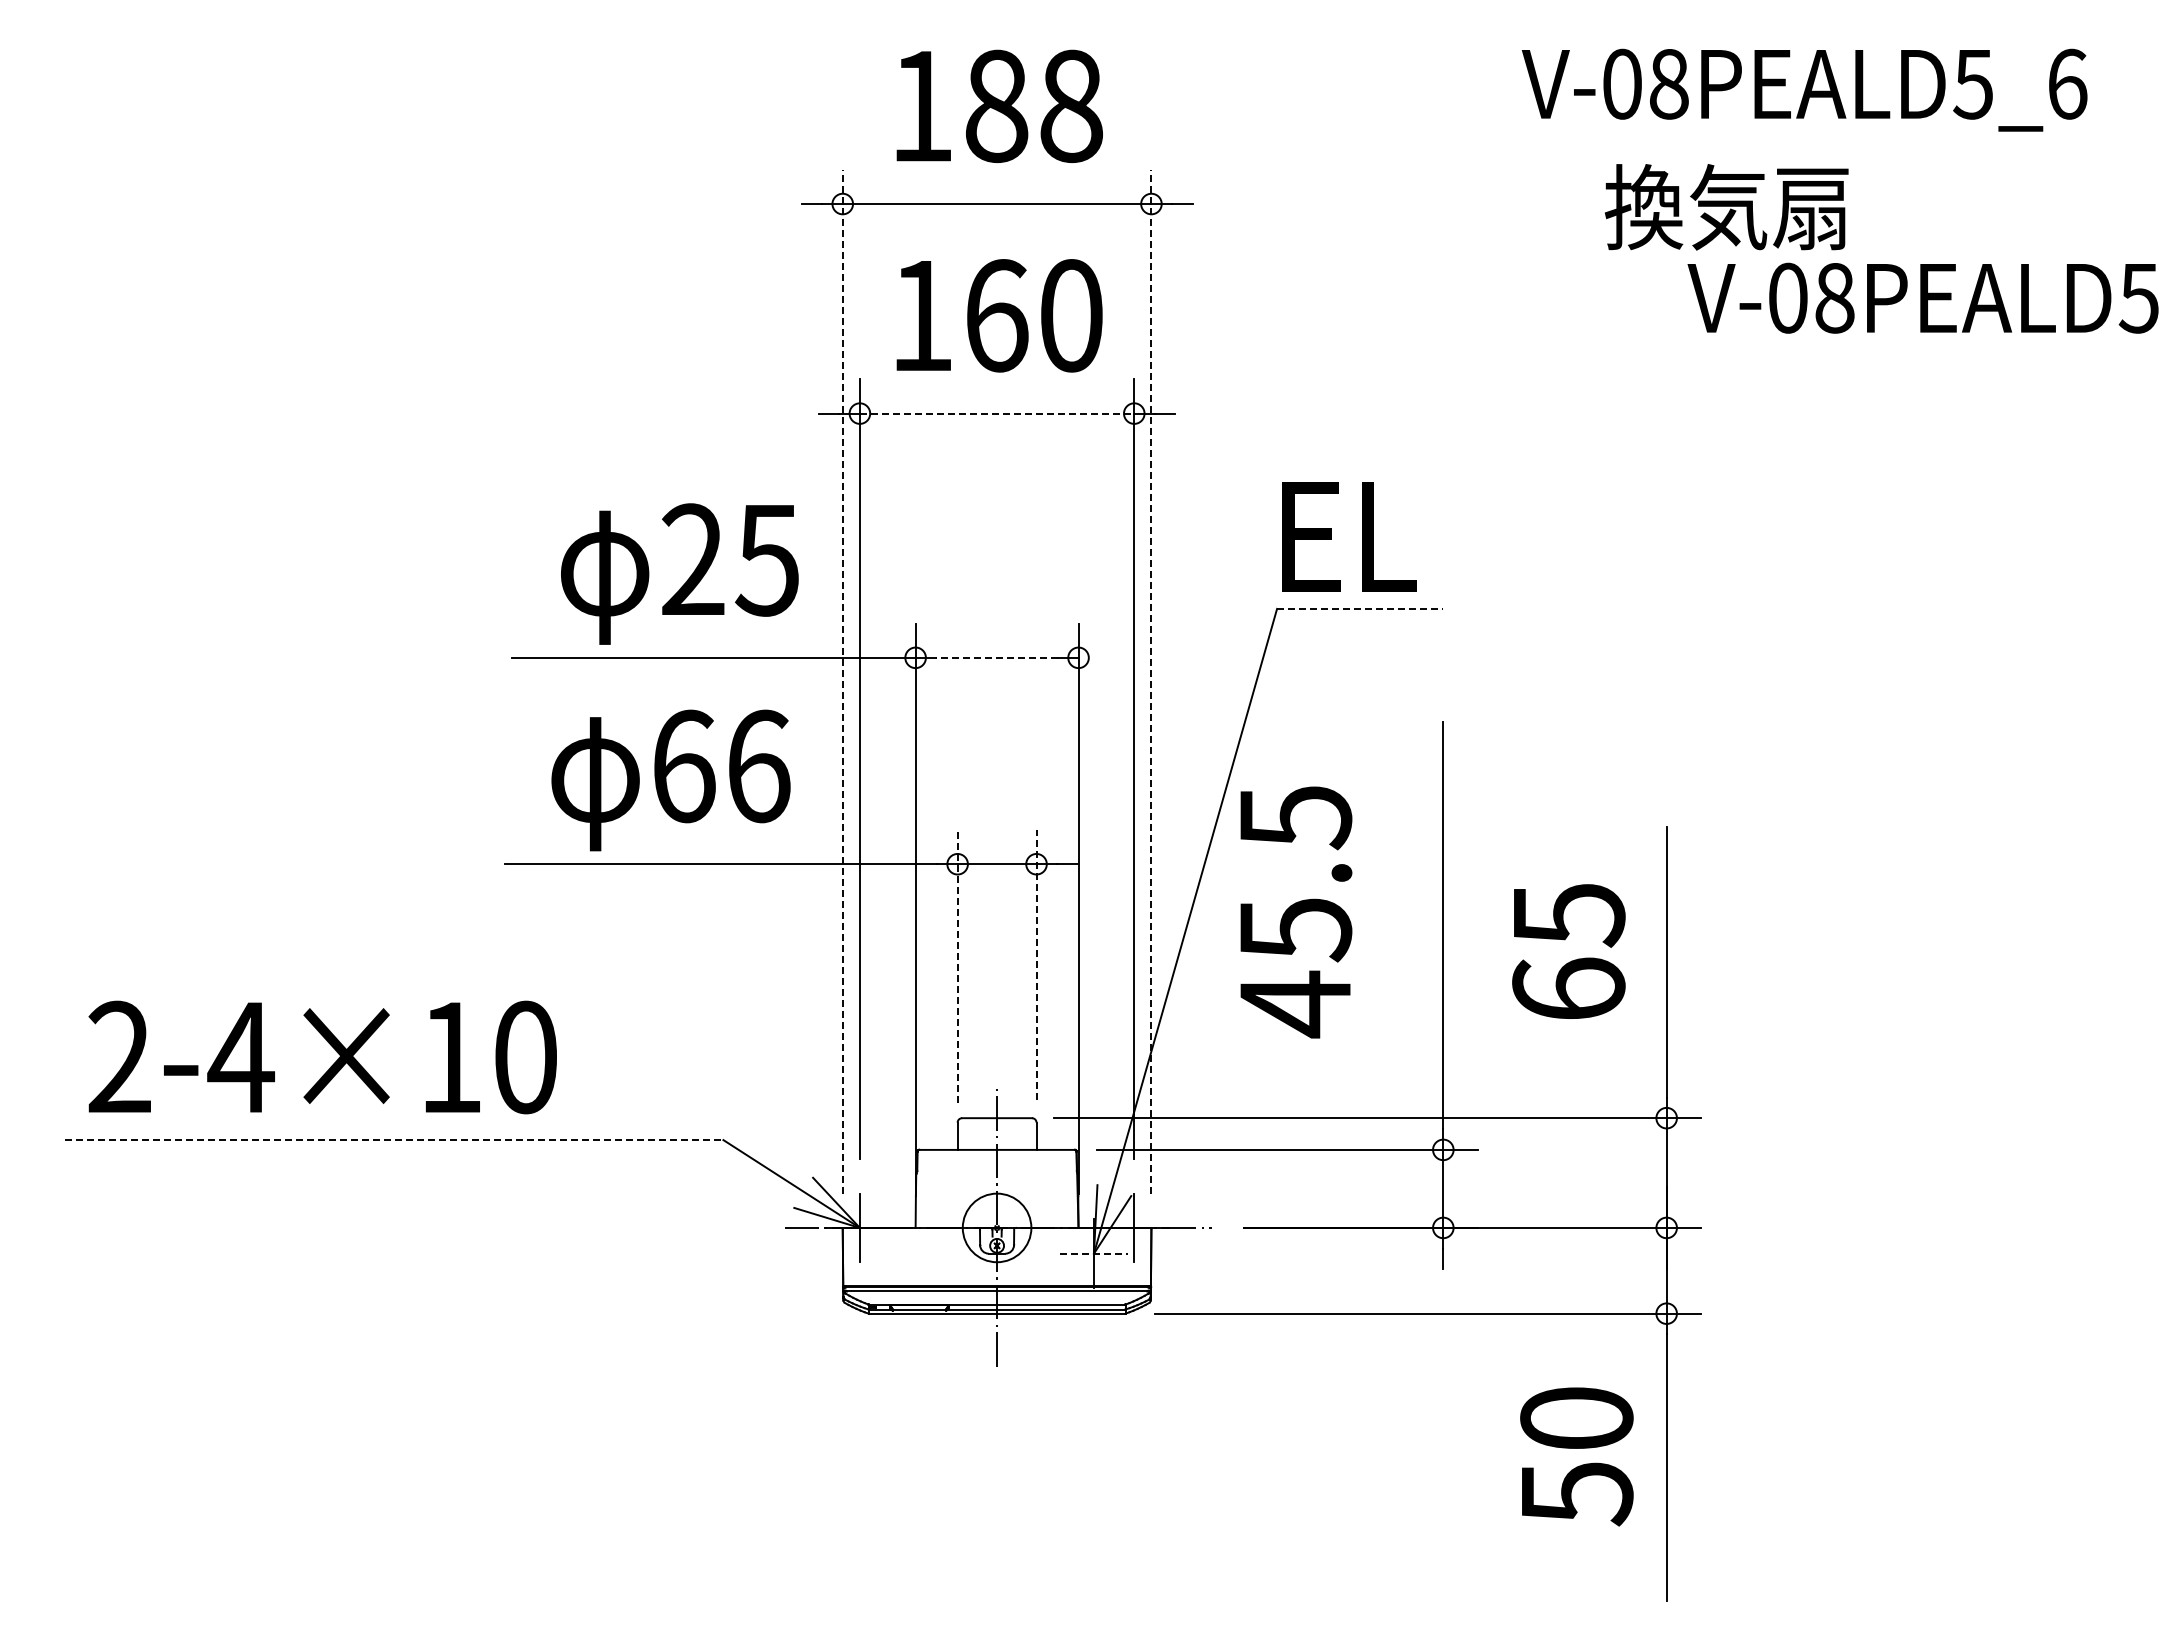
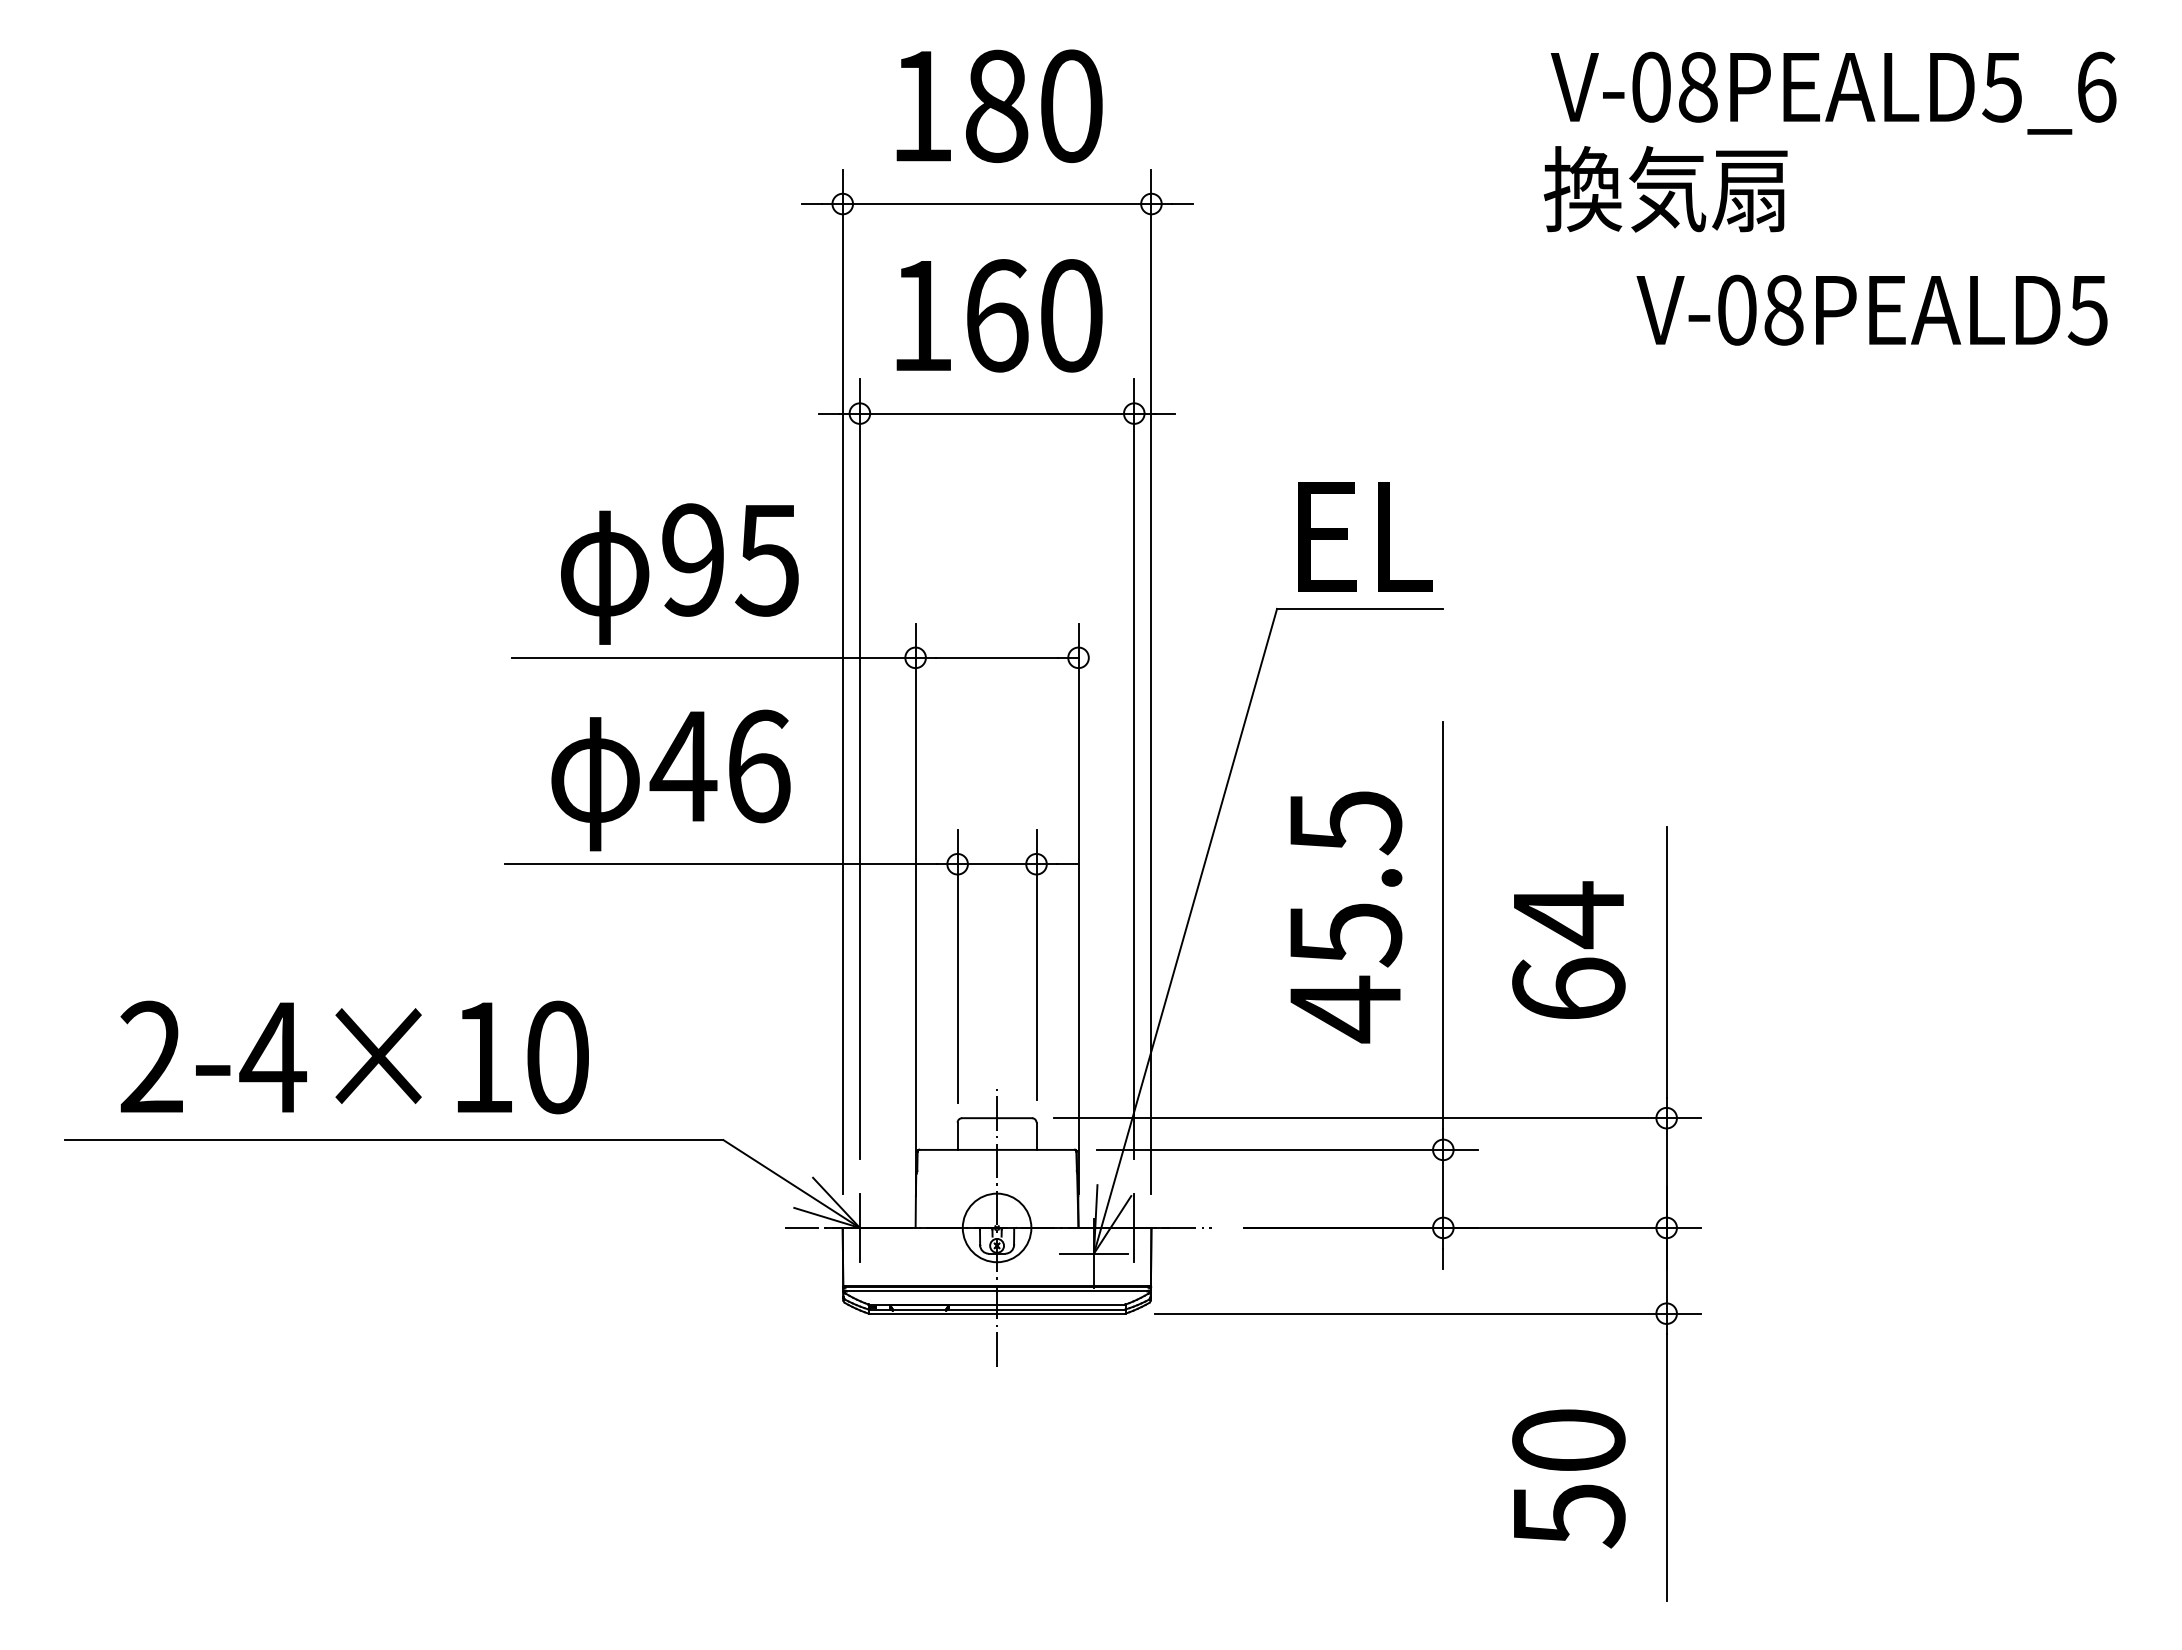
text at (1804, 89) position: (1804, 89) -> (1833, 92)
text at (1071, 105): 188 -> 180
text at (1726, 207) position: (1726, 207) -> (1665, 189)
text at (1922, 297) position: (1922, 297) -> (1871, 309)
line at (997, 413): dashed -> solid
text at (1349, 536) position: (1349, 536) -> (1365, 536)
text at (693, 559): 25 -> 95
line at (1360, 608): dashed -> solid
line at (997, 657): dashed -> solid
line at (842, 681): dashed -> solid
line at (1151, 681): dashed -> solid
text at (683, 766): 66 -> 46
text at (1296, 912) position: (1296, 912) -> (1346, 917)
text at (1569, 915): 65 -> 64
line at (1036, 964): dashed -> solid
line at (957, 965): dashed -> solid
text at (322, 1057) position: (322, 1057) -> (354, 1057)
line at (394, 1140): dashed -> solid
line at (1094, 1253): dashed -> solid
text at (1576, 1456) position: (1576, 1456) -> (1568, 1478)
